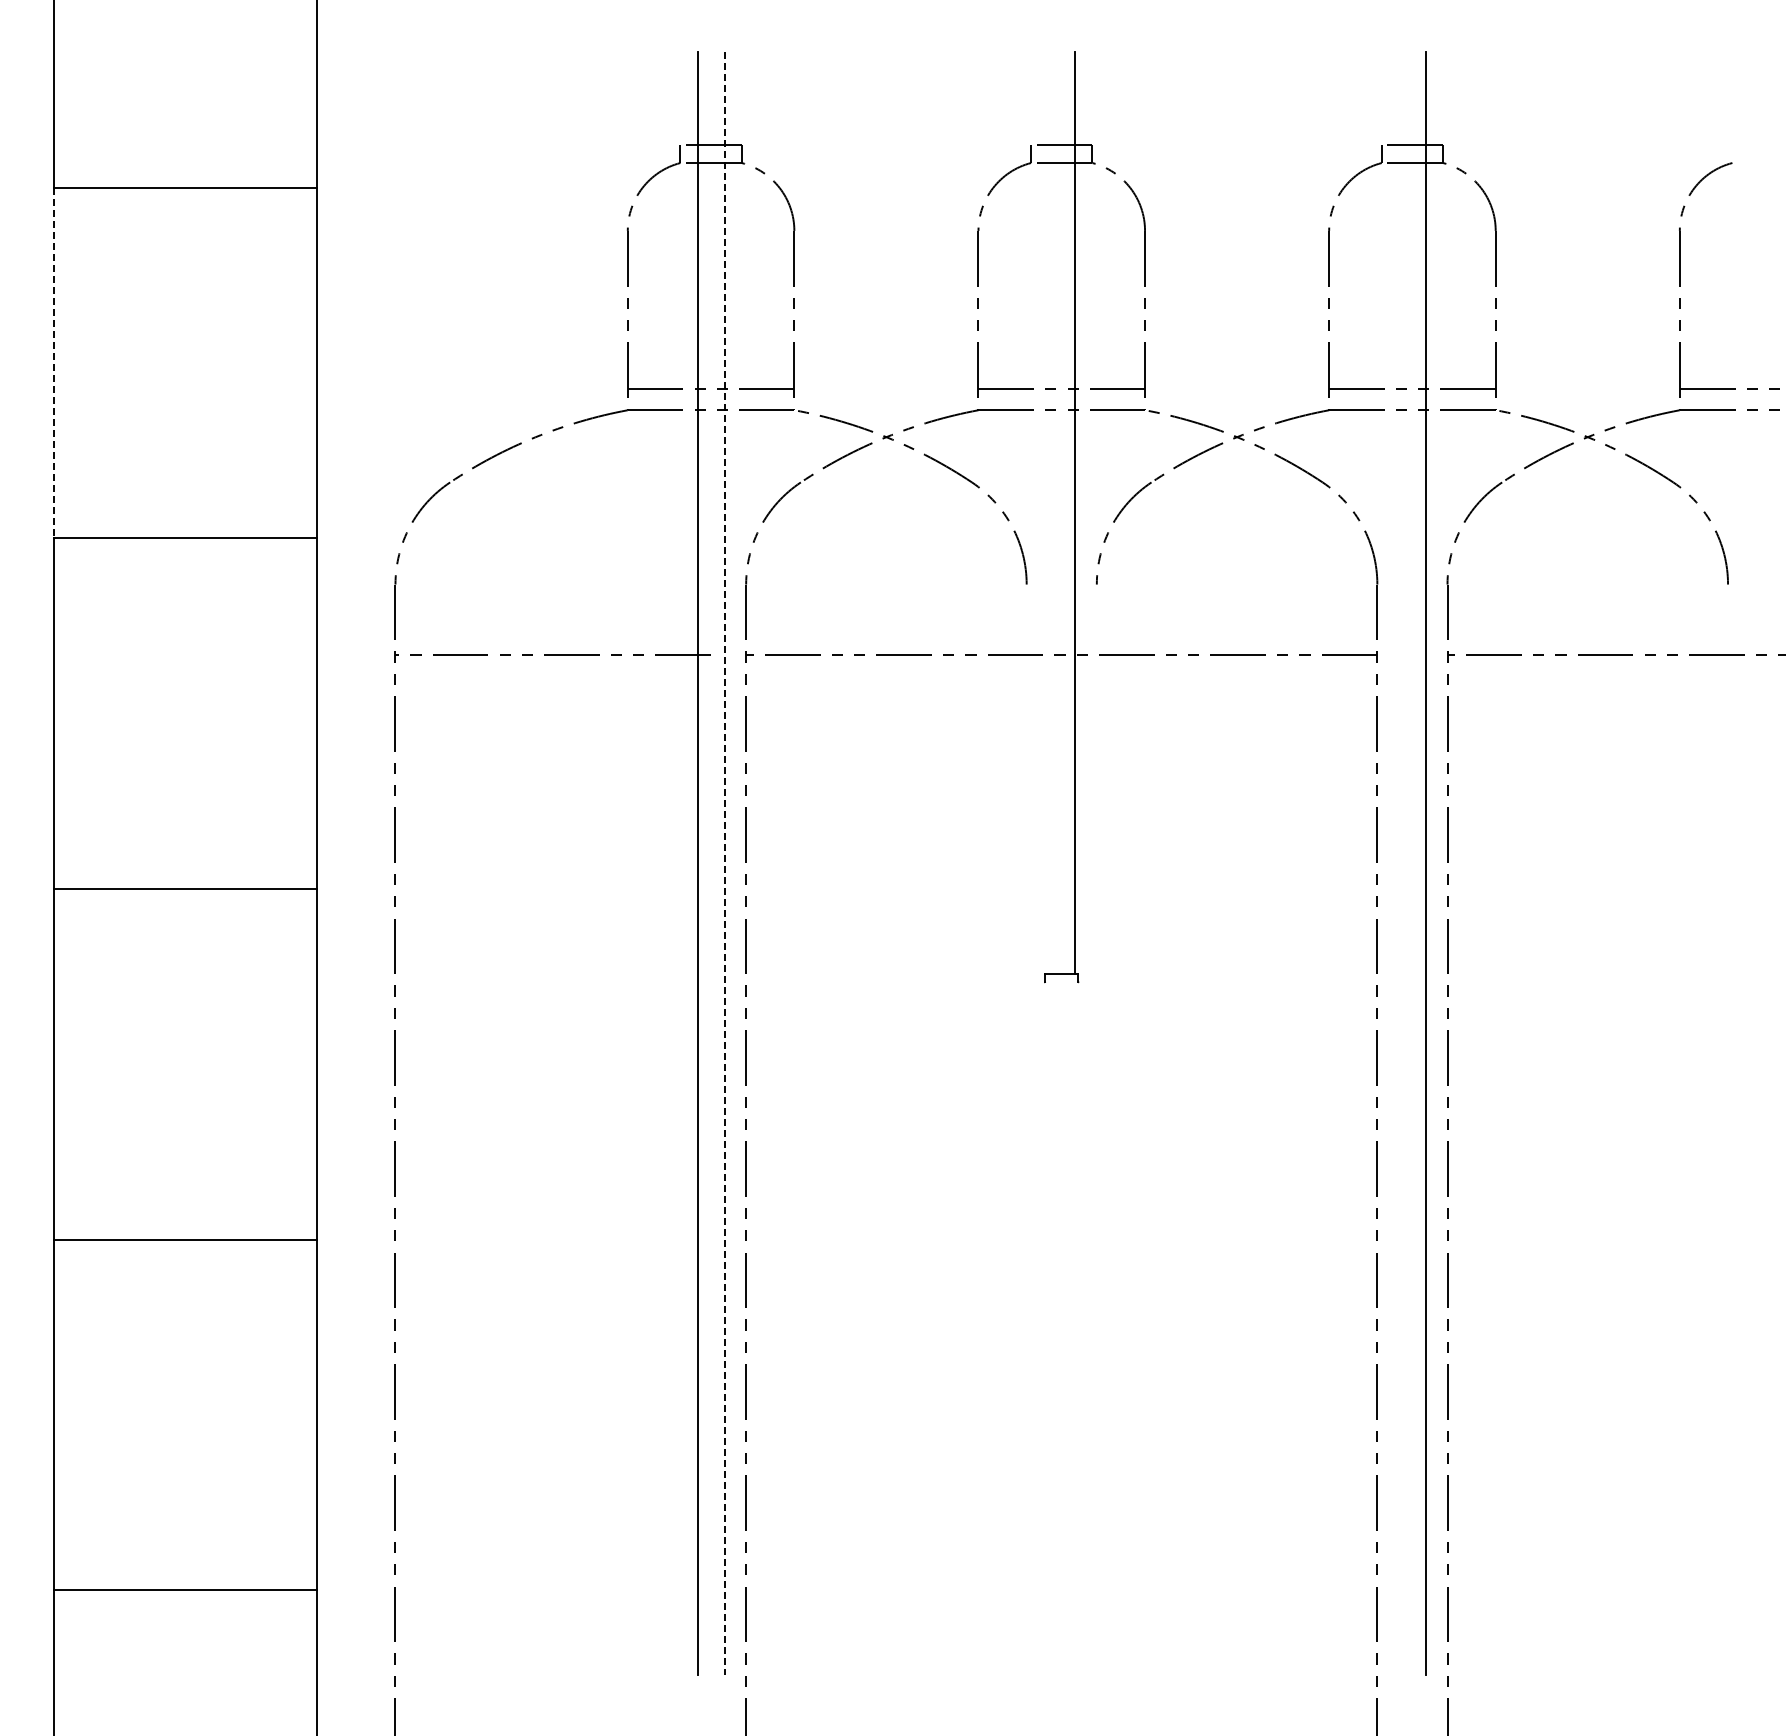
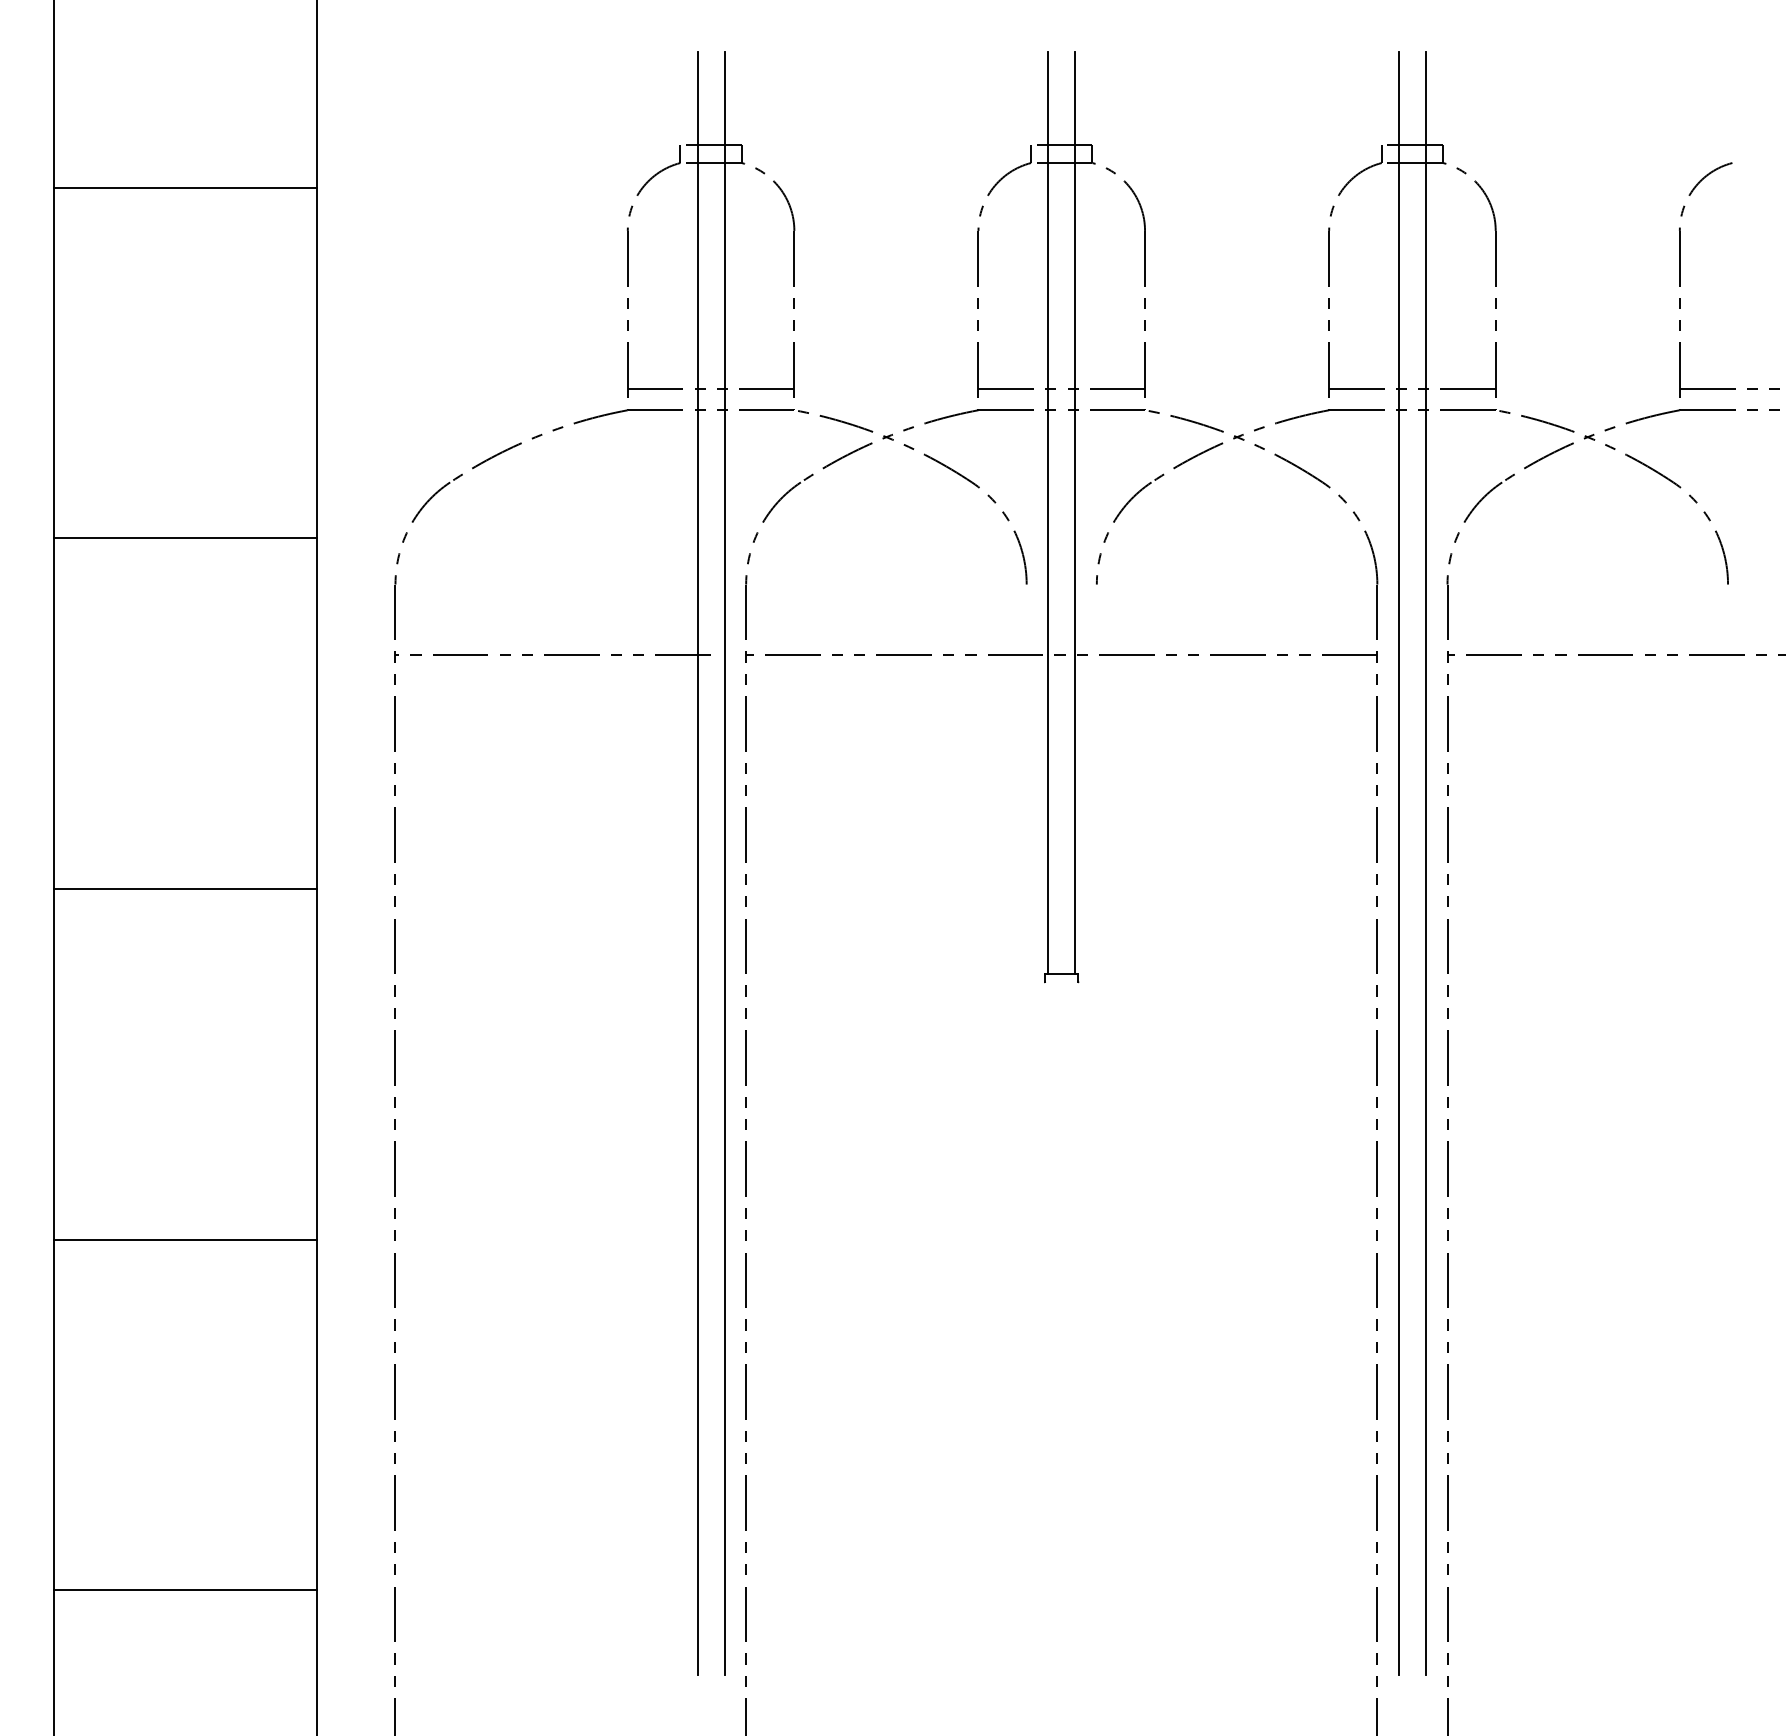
line at (53, 363): dashed -> solid
line at (1048, 512): none -> present
line at (724, 863): dashed -> solid
line at (1398, 863): none -> present
